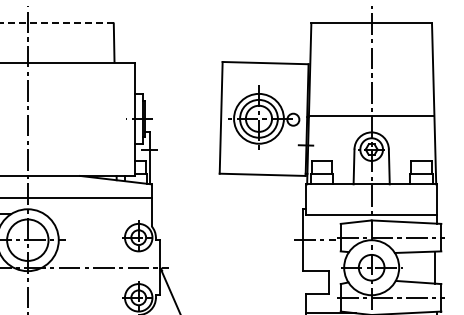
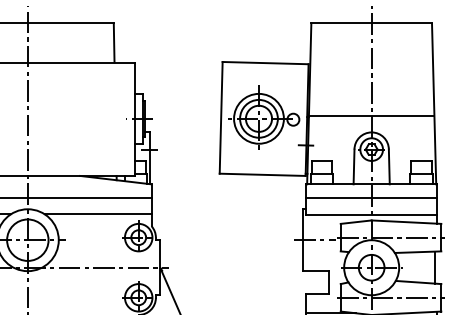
line at (56, 23): dashed -> solid
line at (371, 198): none -> present
line at (97, 214): none -> present
